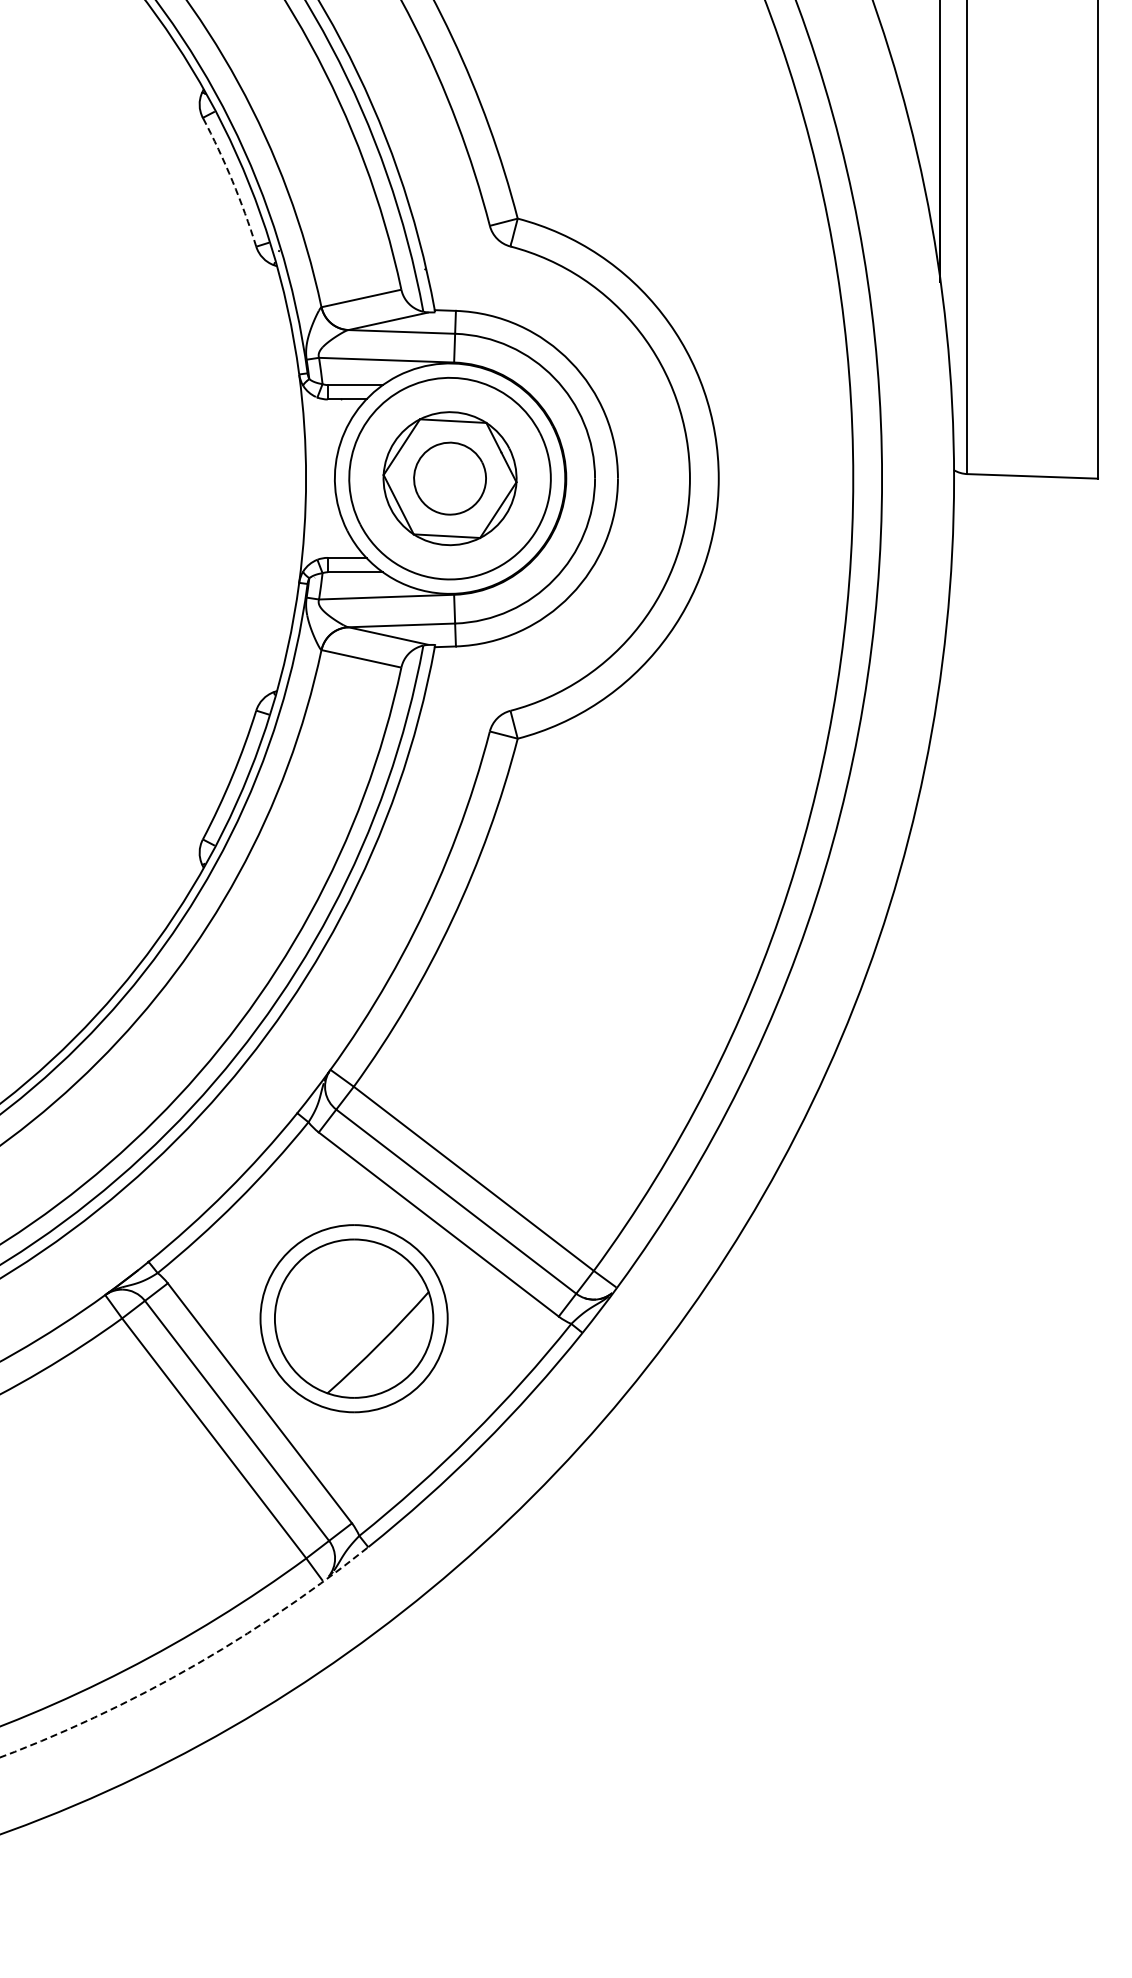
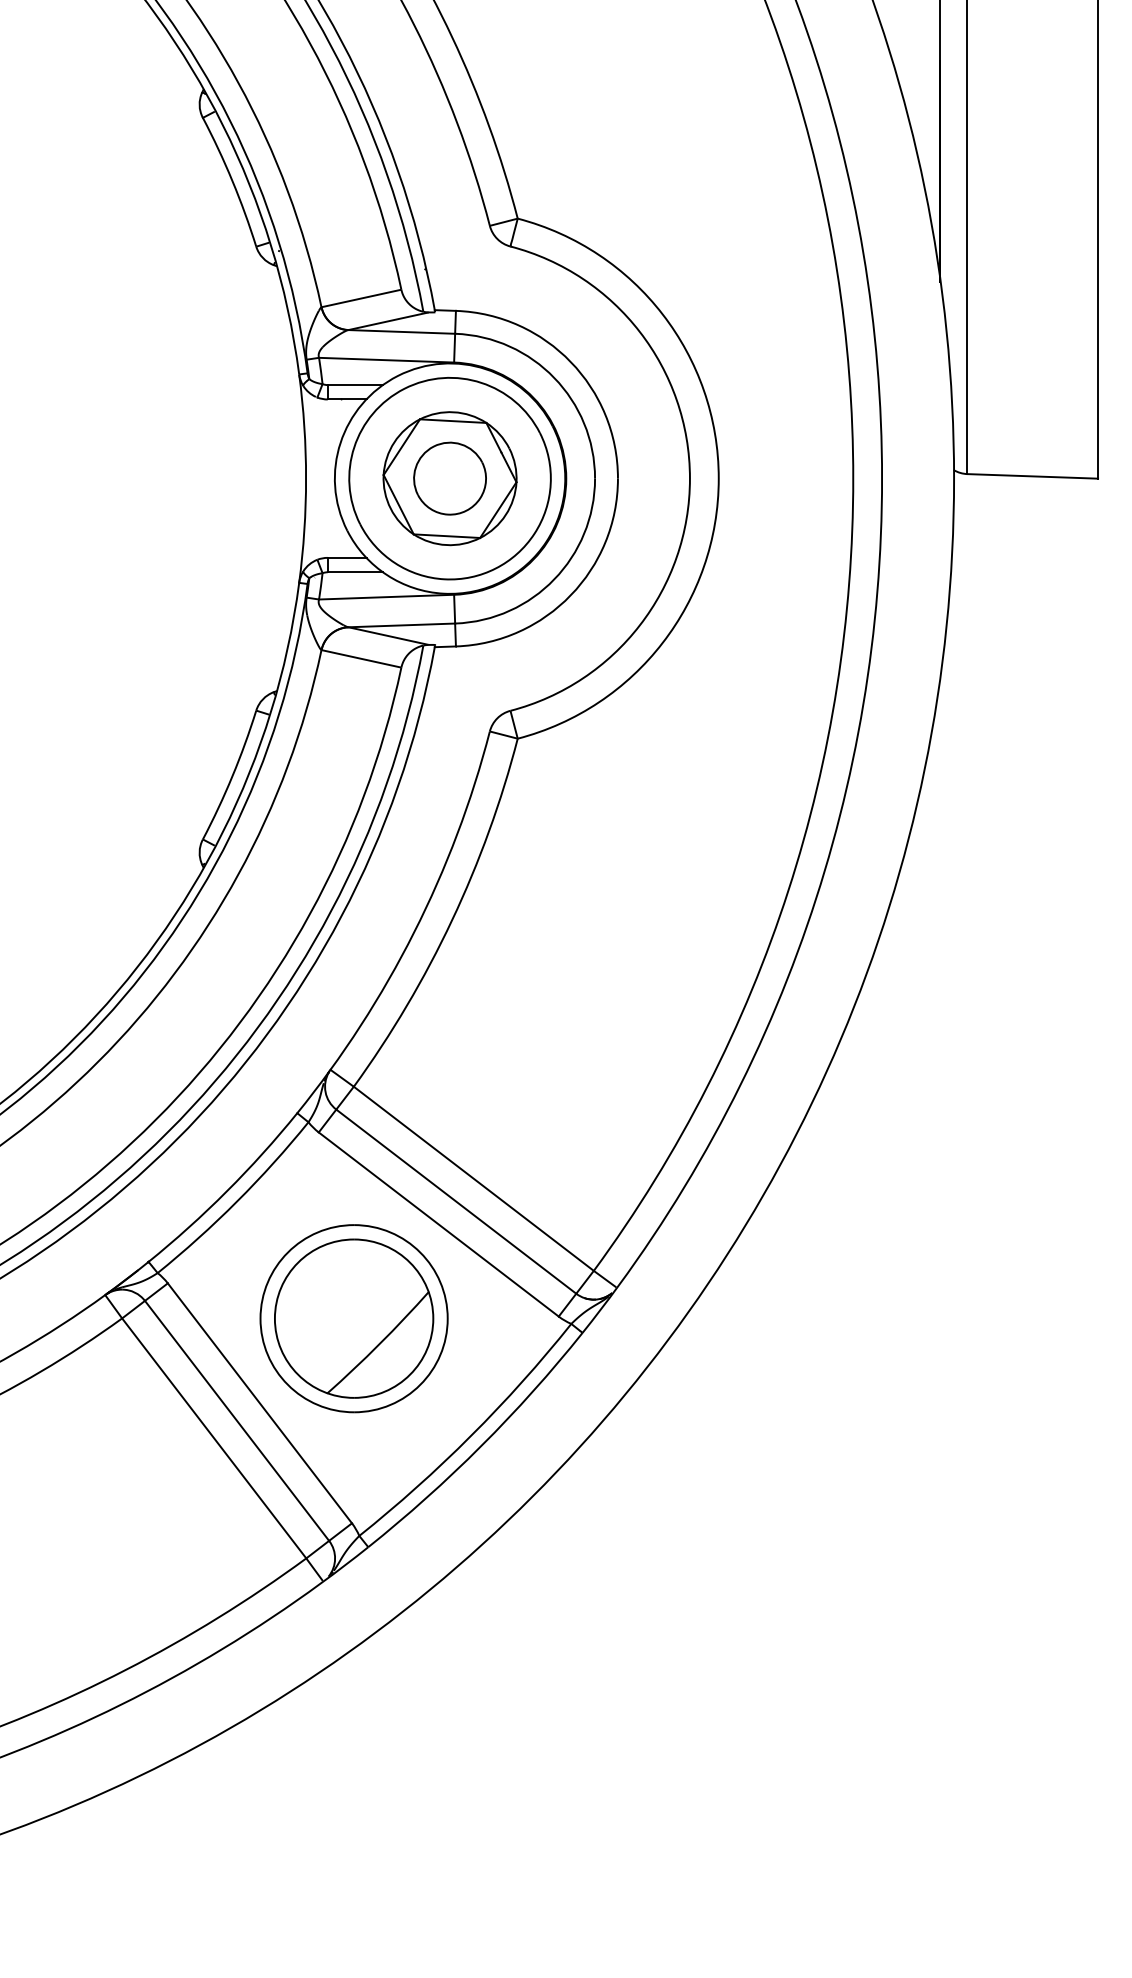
arc at (232, 181): dashed -> solid
arc at (193, 1666): dashed -> solid
